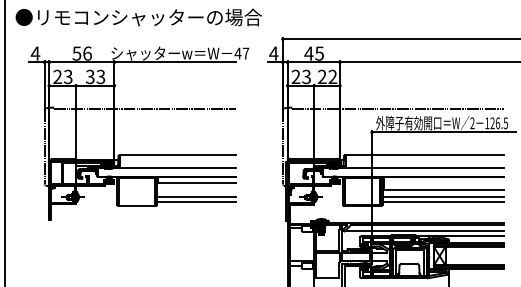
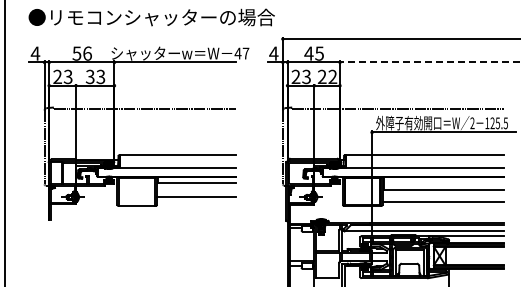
text at (138, 17) position: (138, 17) -> (151, 17)
line at (429, 62): solid -> dashed
text at (497, 123): 126.5 -> 125.5
line at (443, 196): present -> none
line at (196, 202): present -> none
